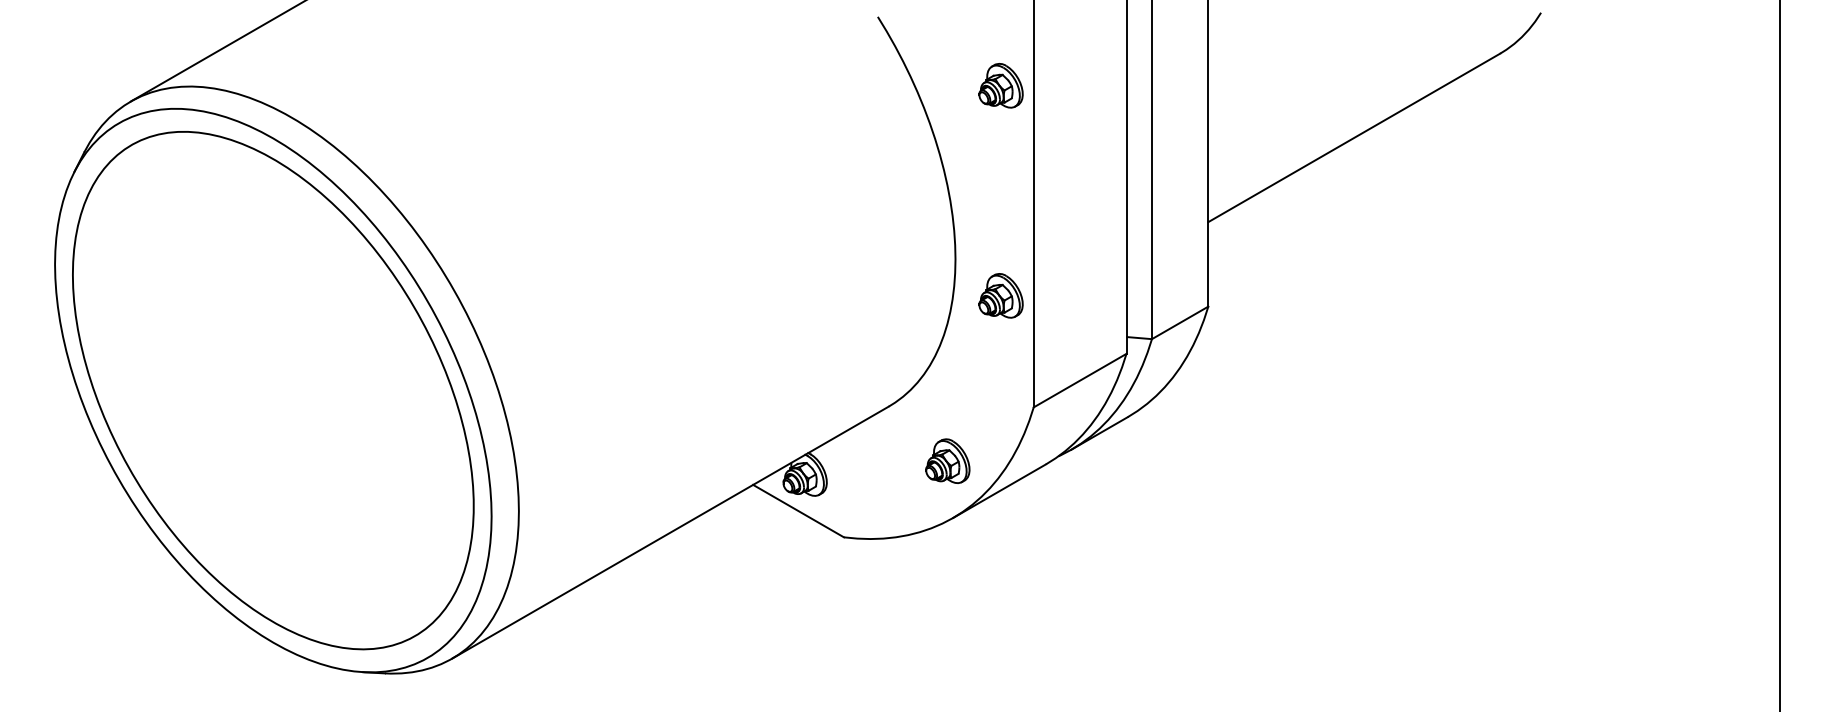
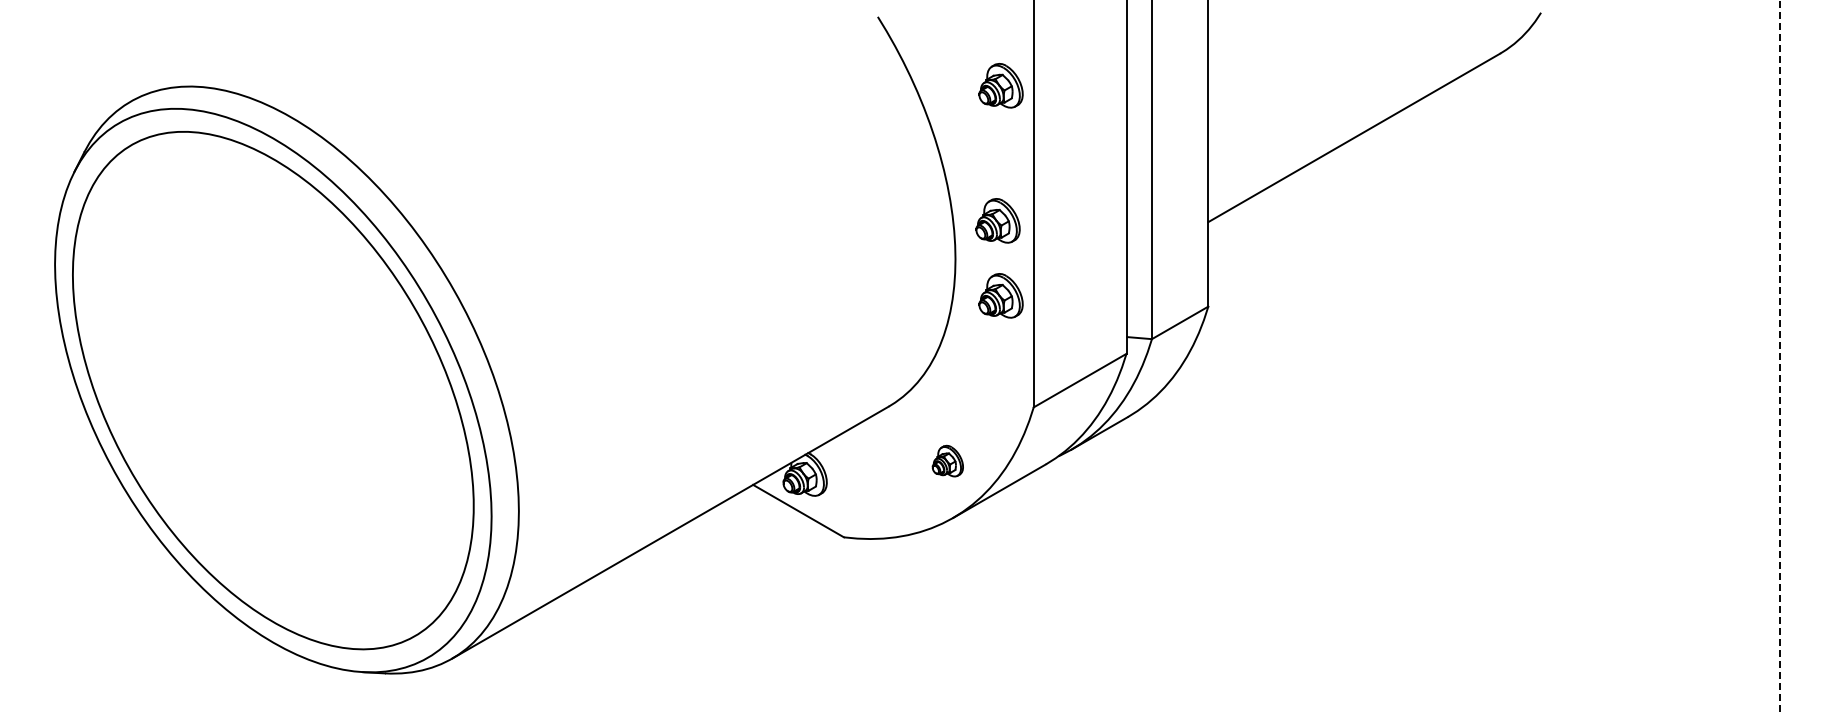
line at (216, 51): present -> none
part at (997, 220): none -> present
line at (1779, 355): solid -> dashed
part at (947, 460) size: 46x46 px -> 33x34 px
